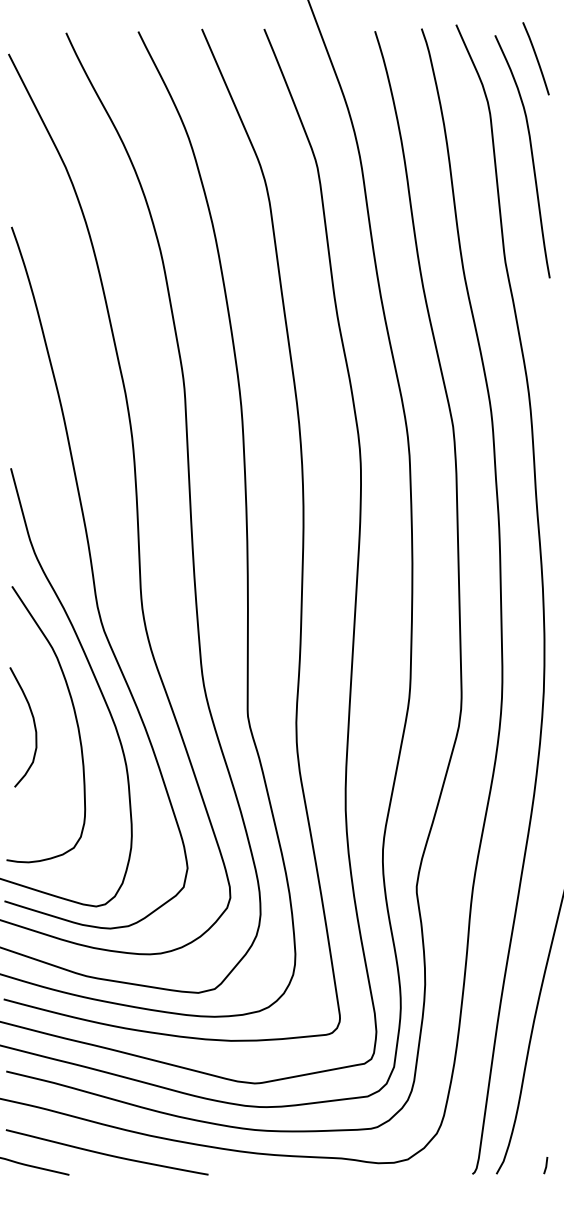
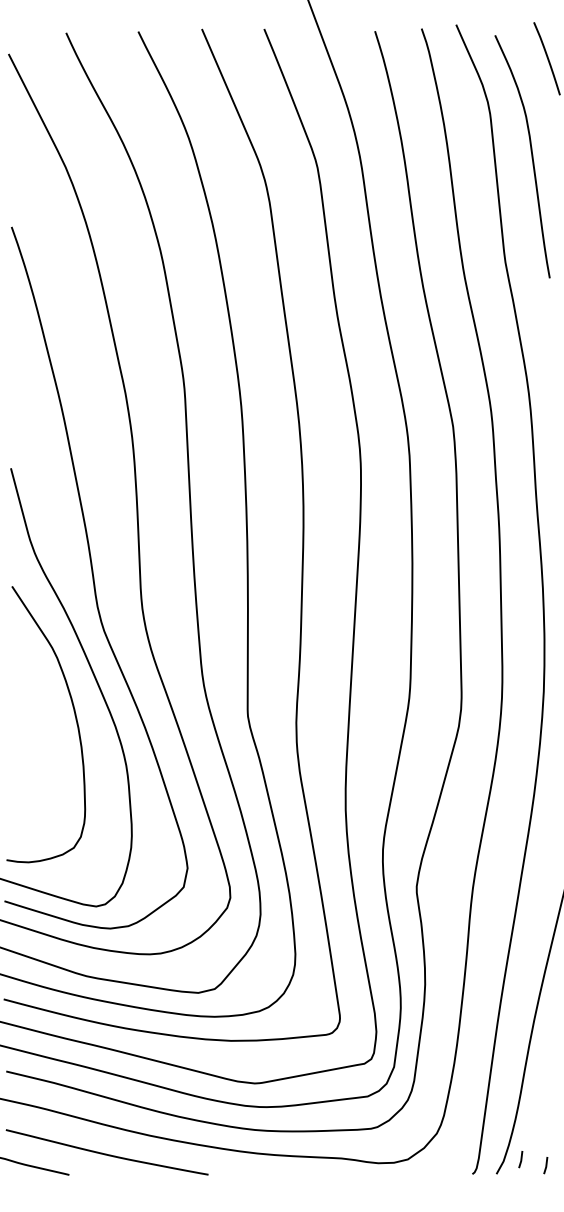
curve at (535, 57) position: (535, 57) -> (546, 57)
curve at (33, 724): present -> none
line at (520, 1159): none -> present
